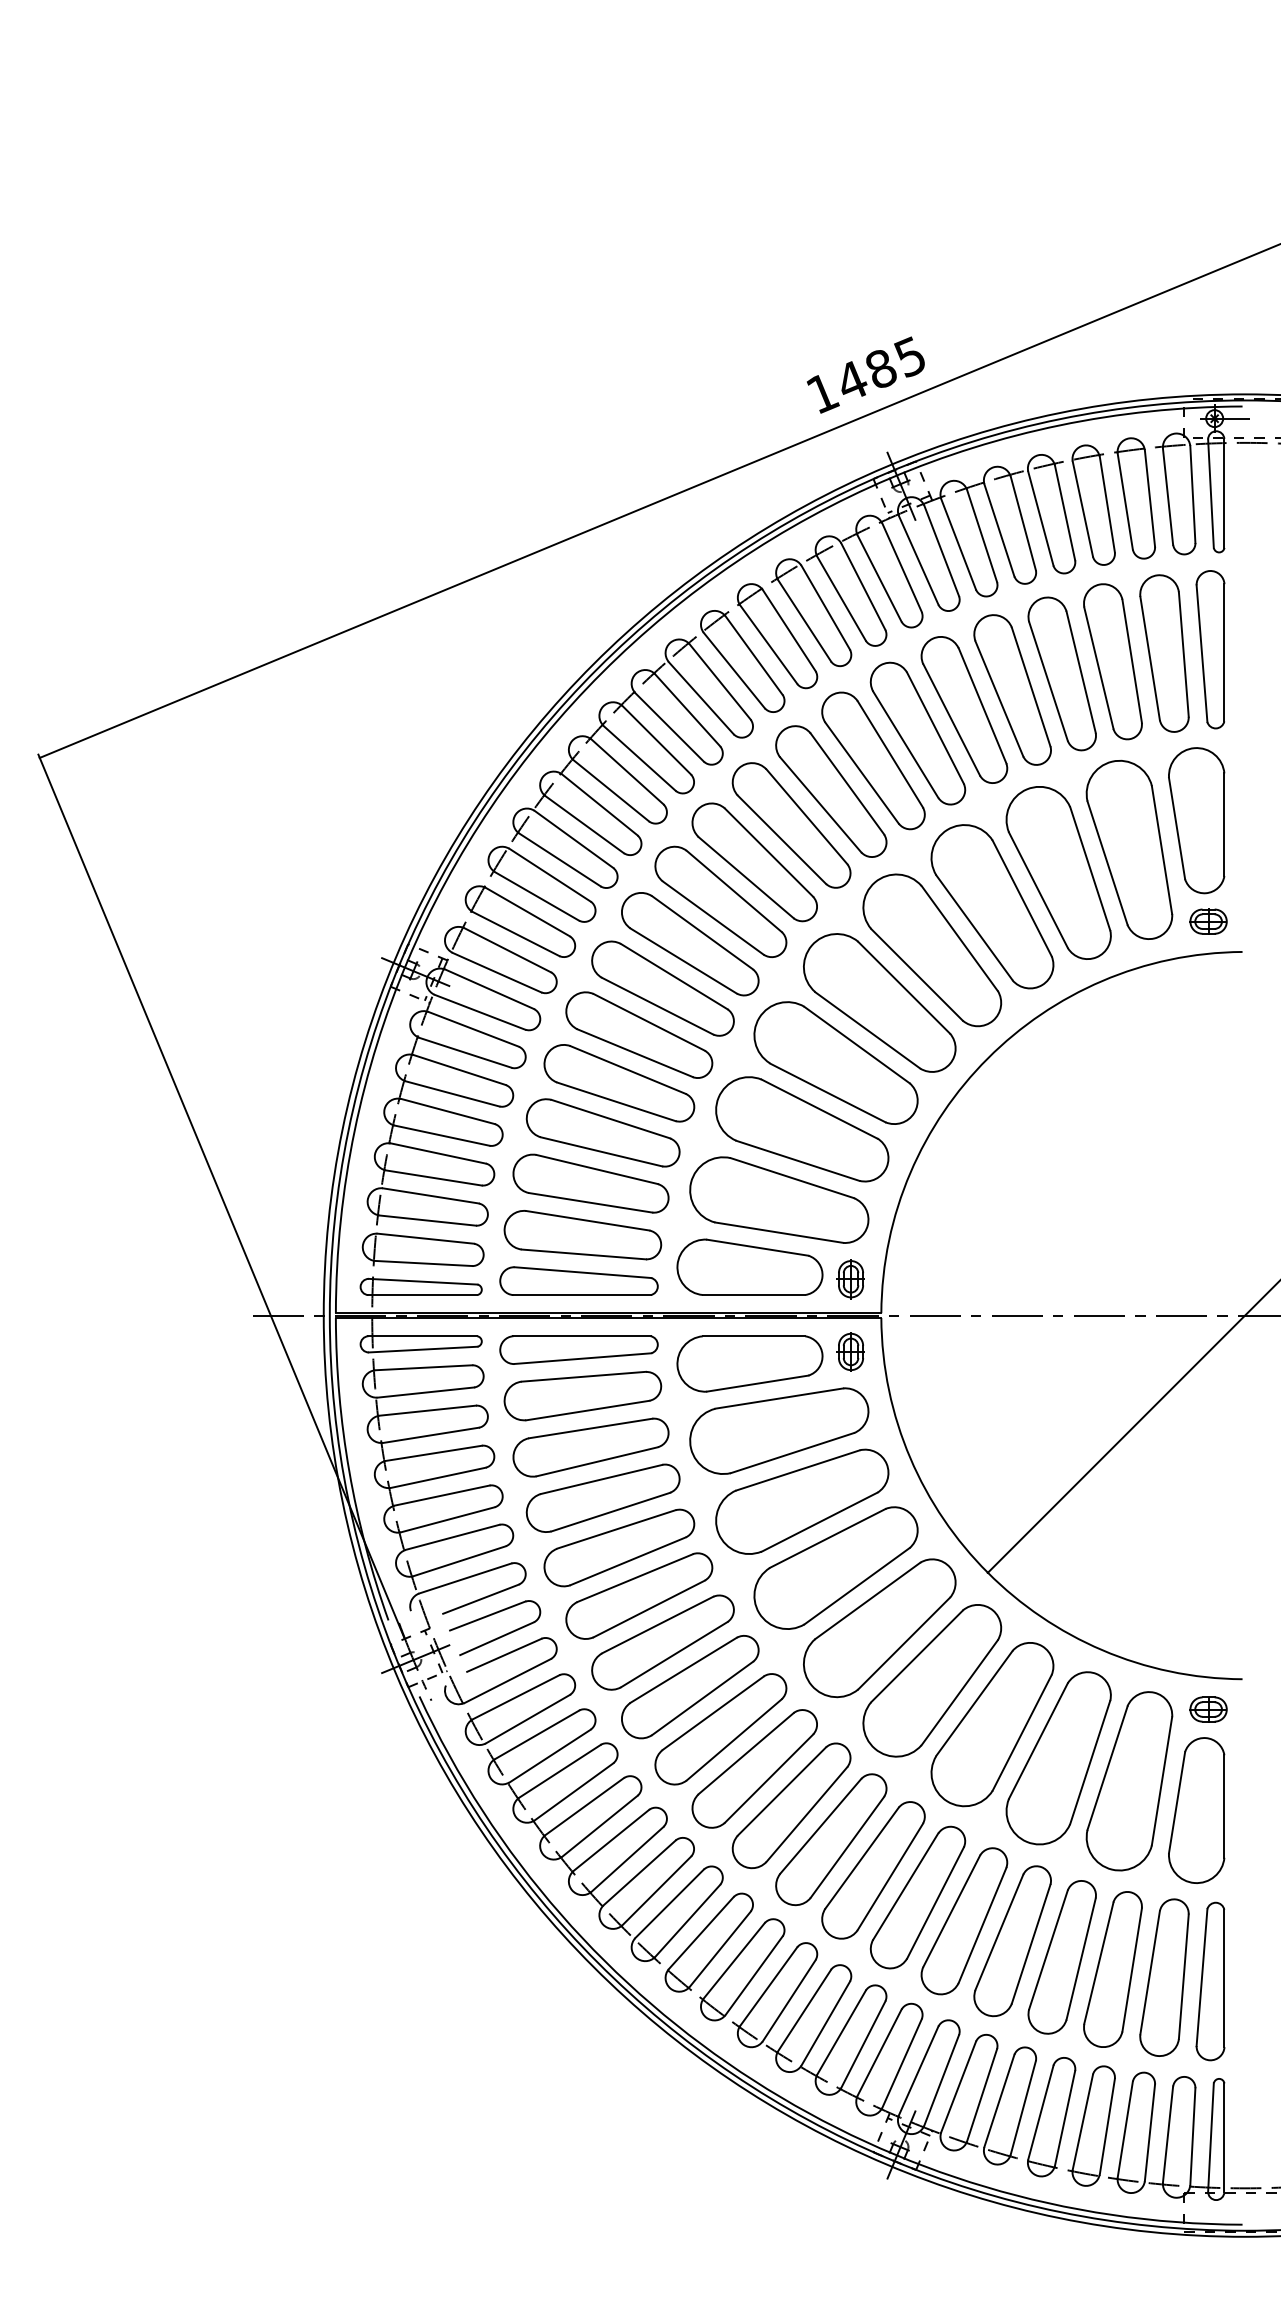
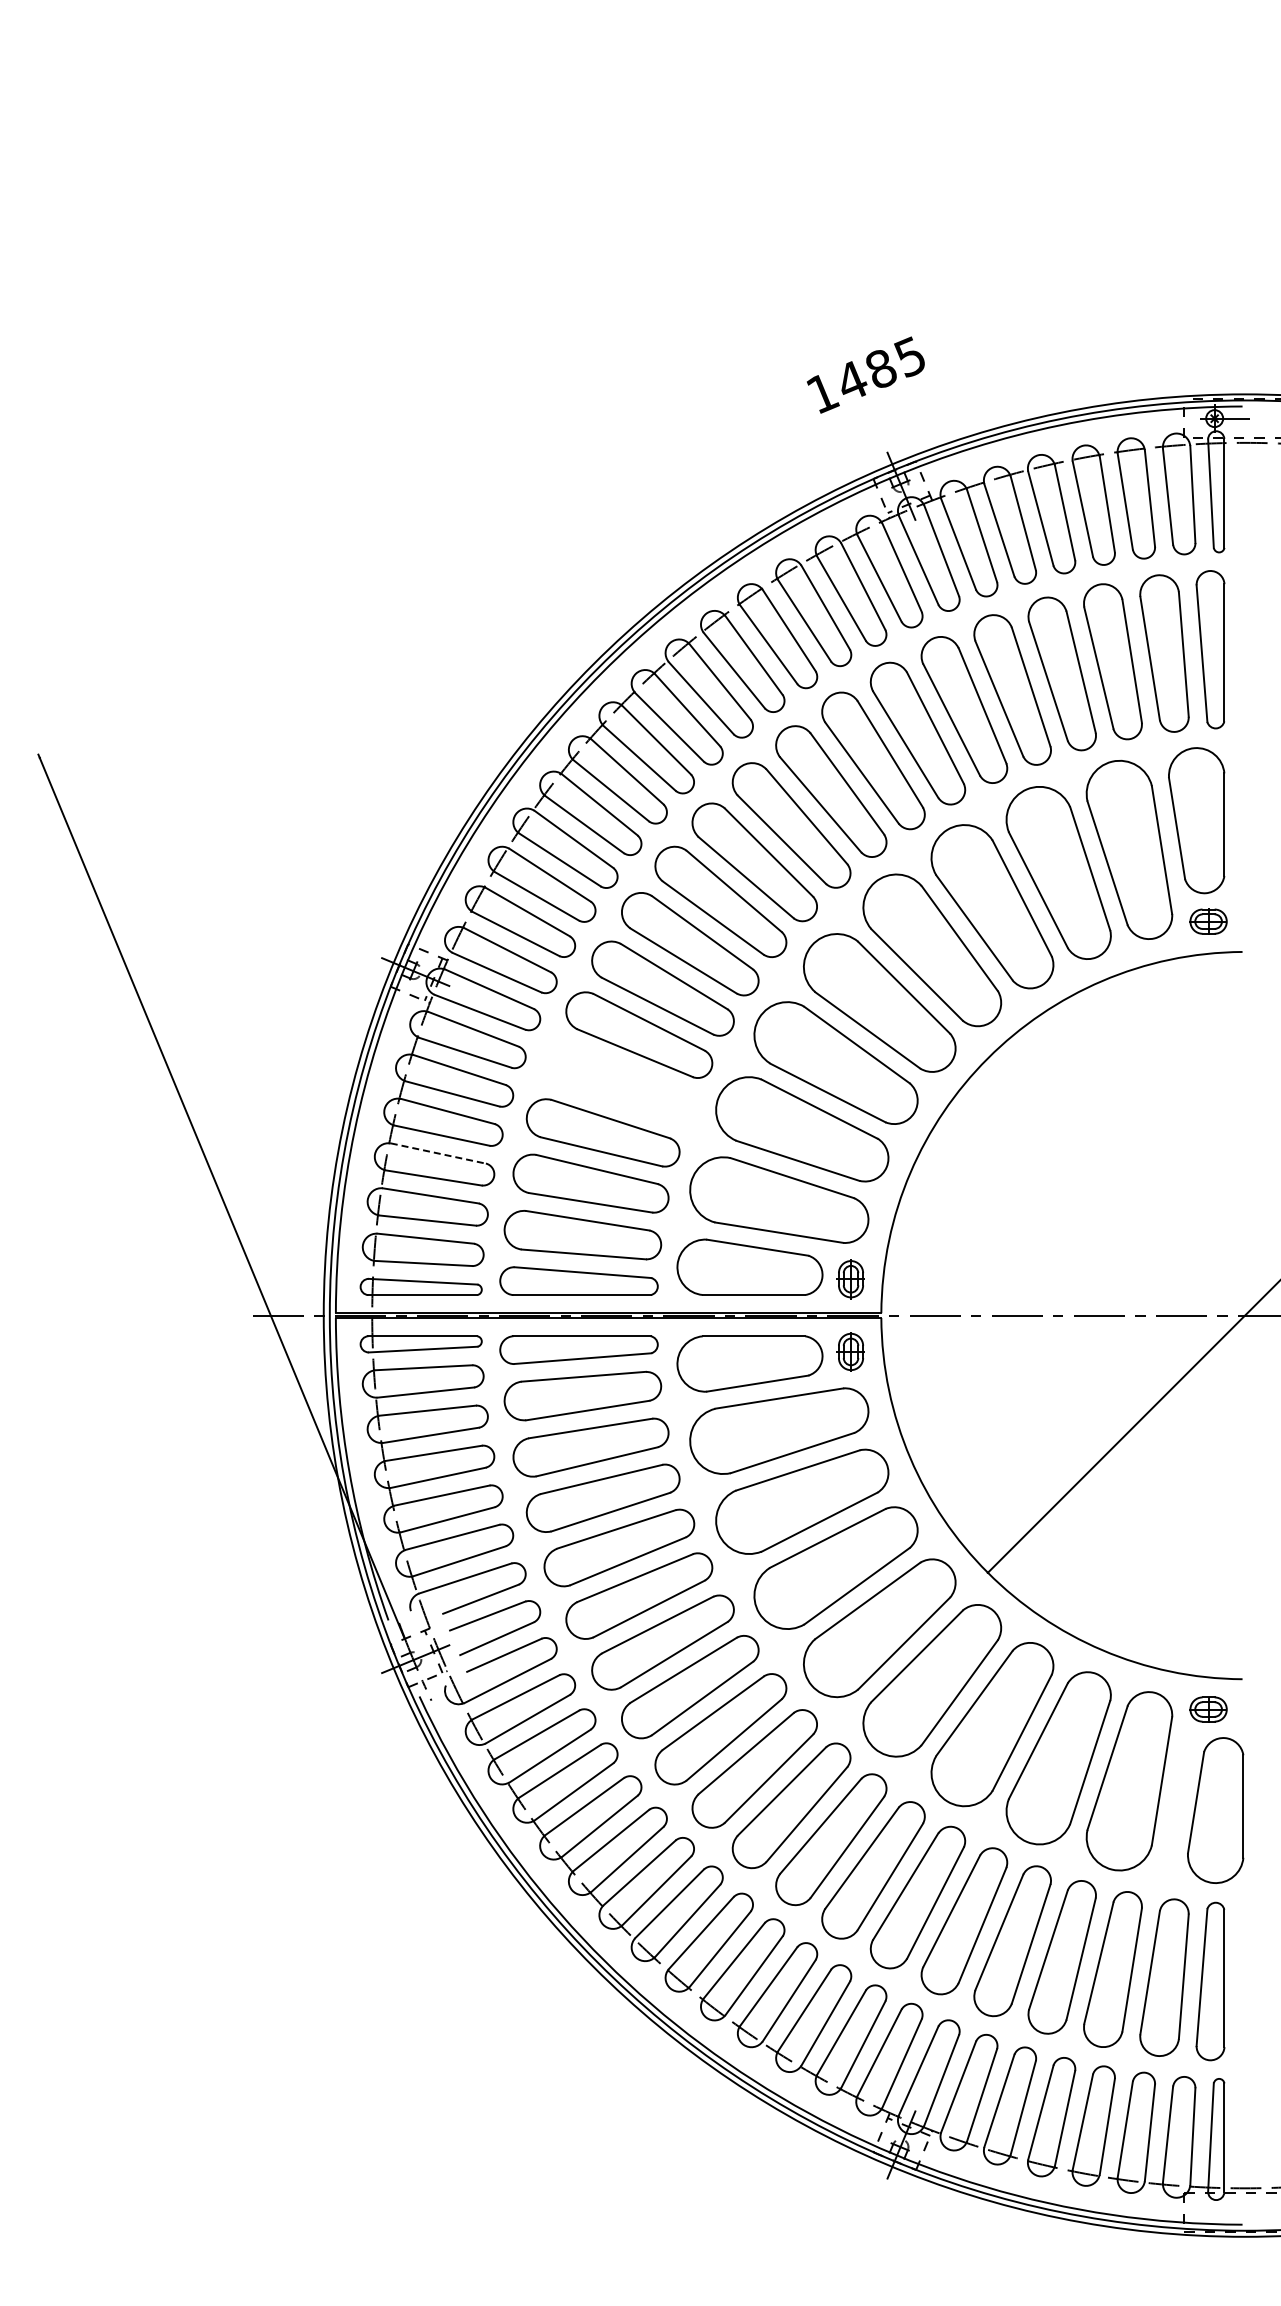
line at (658, 501): present -> none
part at (619, 1083): present -> none
line at (438, 1153): solid -> dashed
part at (1196, 1810) position: (1196, 1810) -> (1215, 1810)
